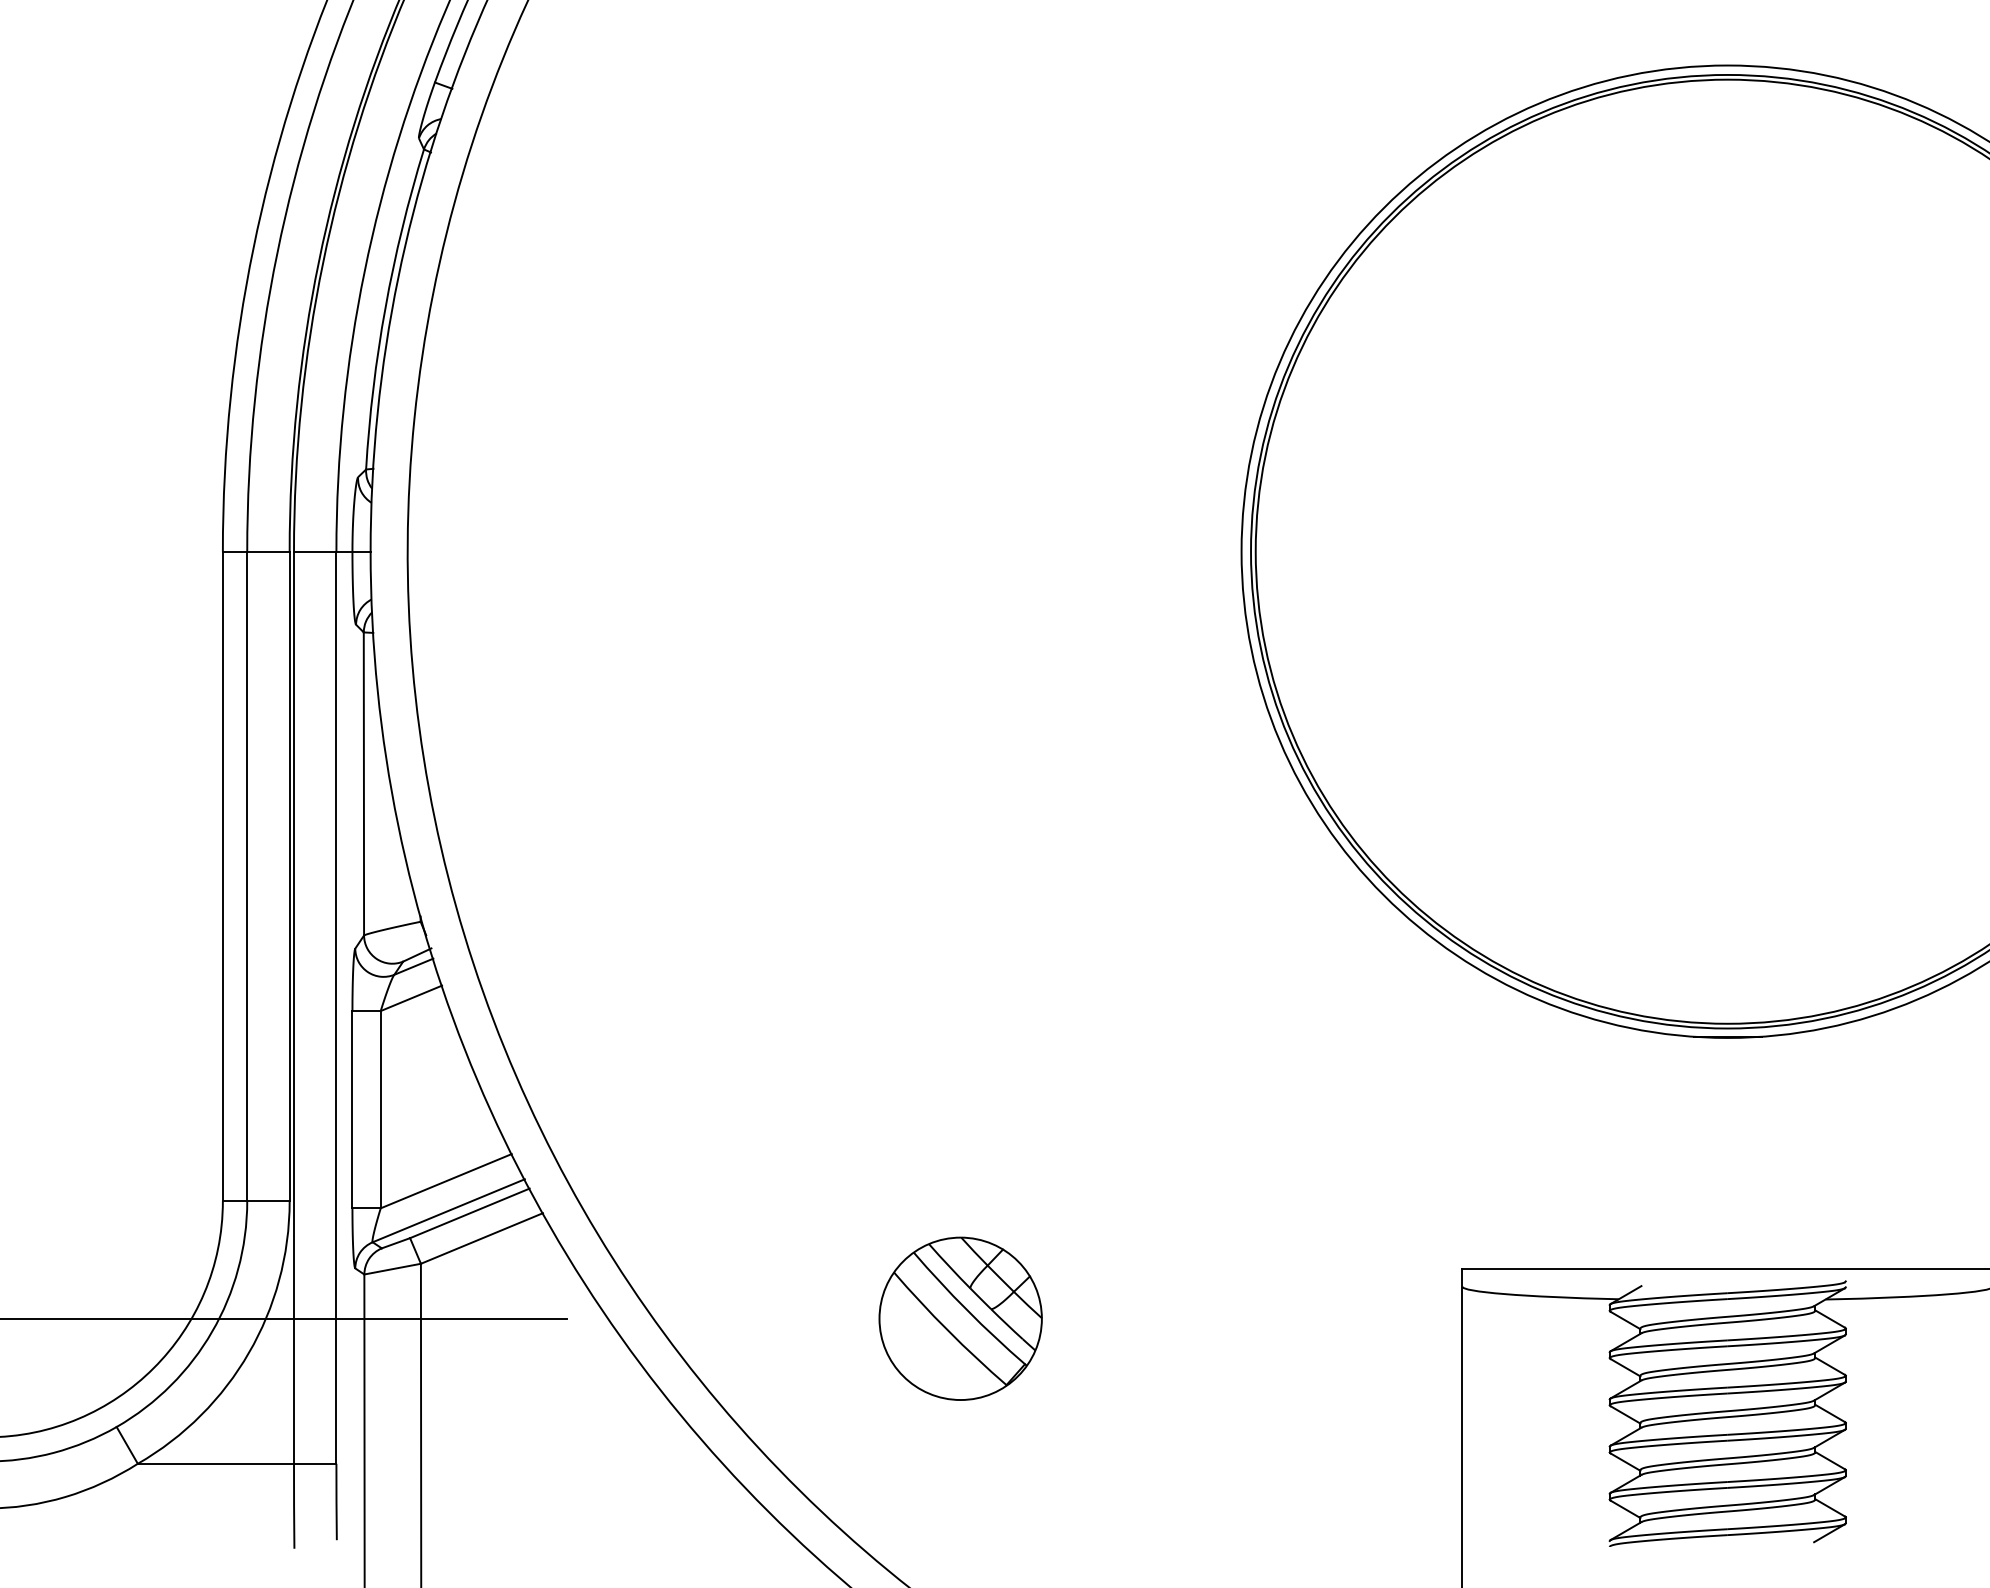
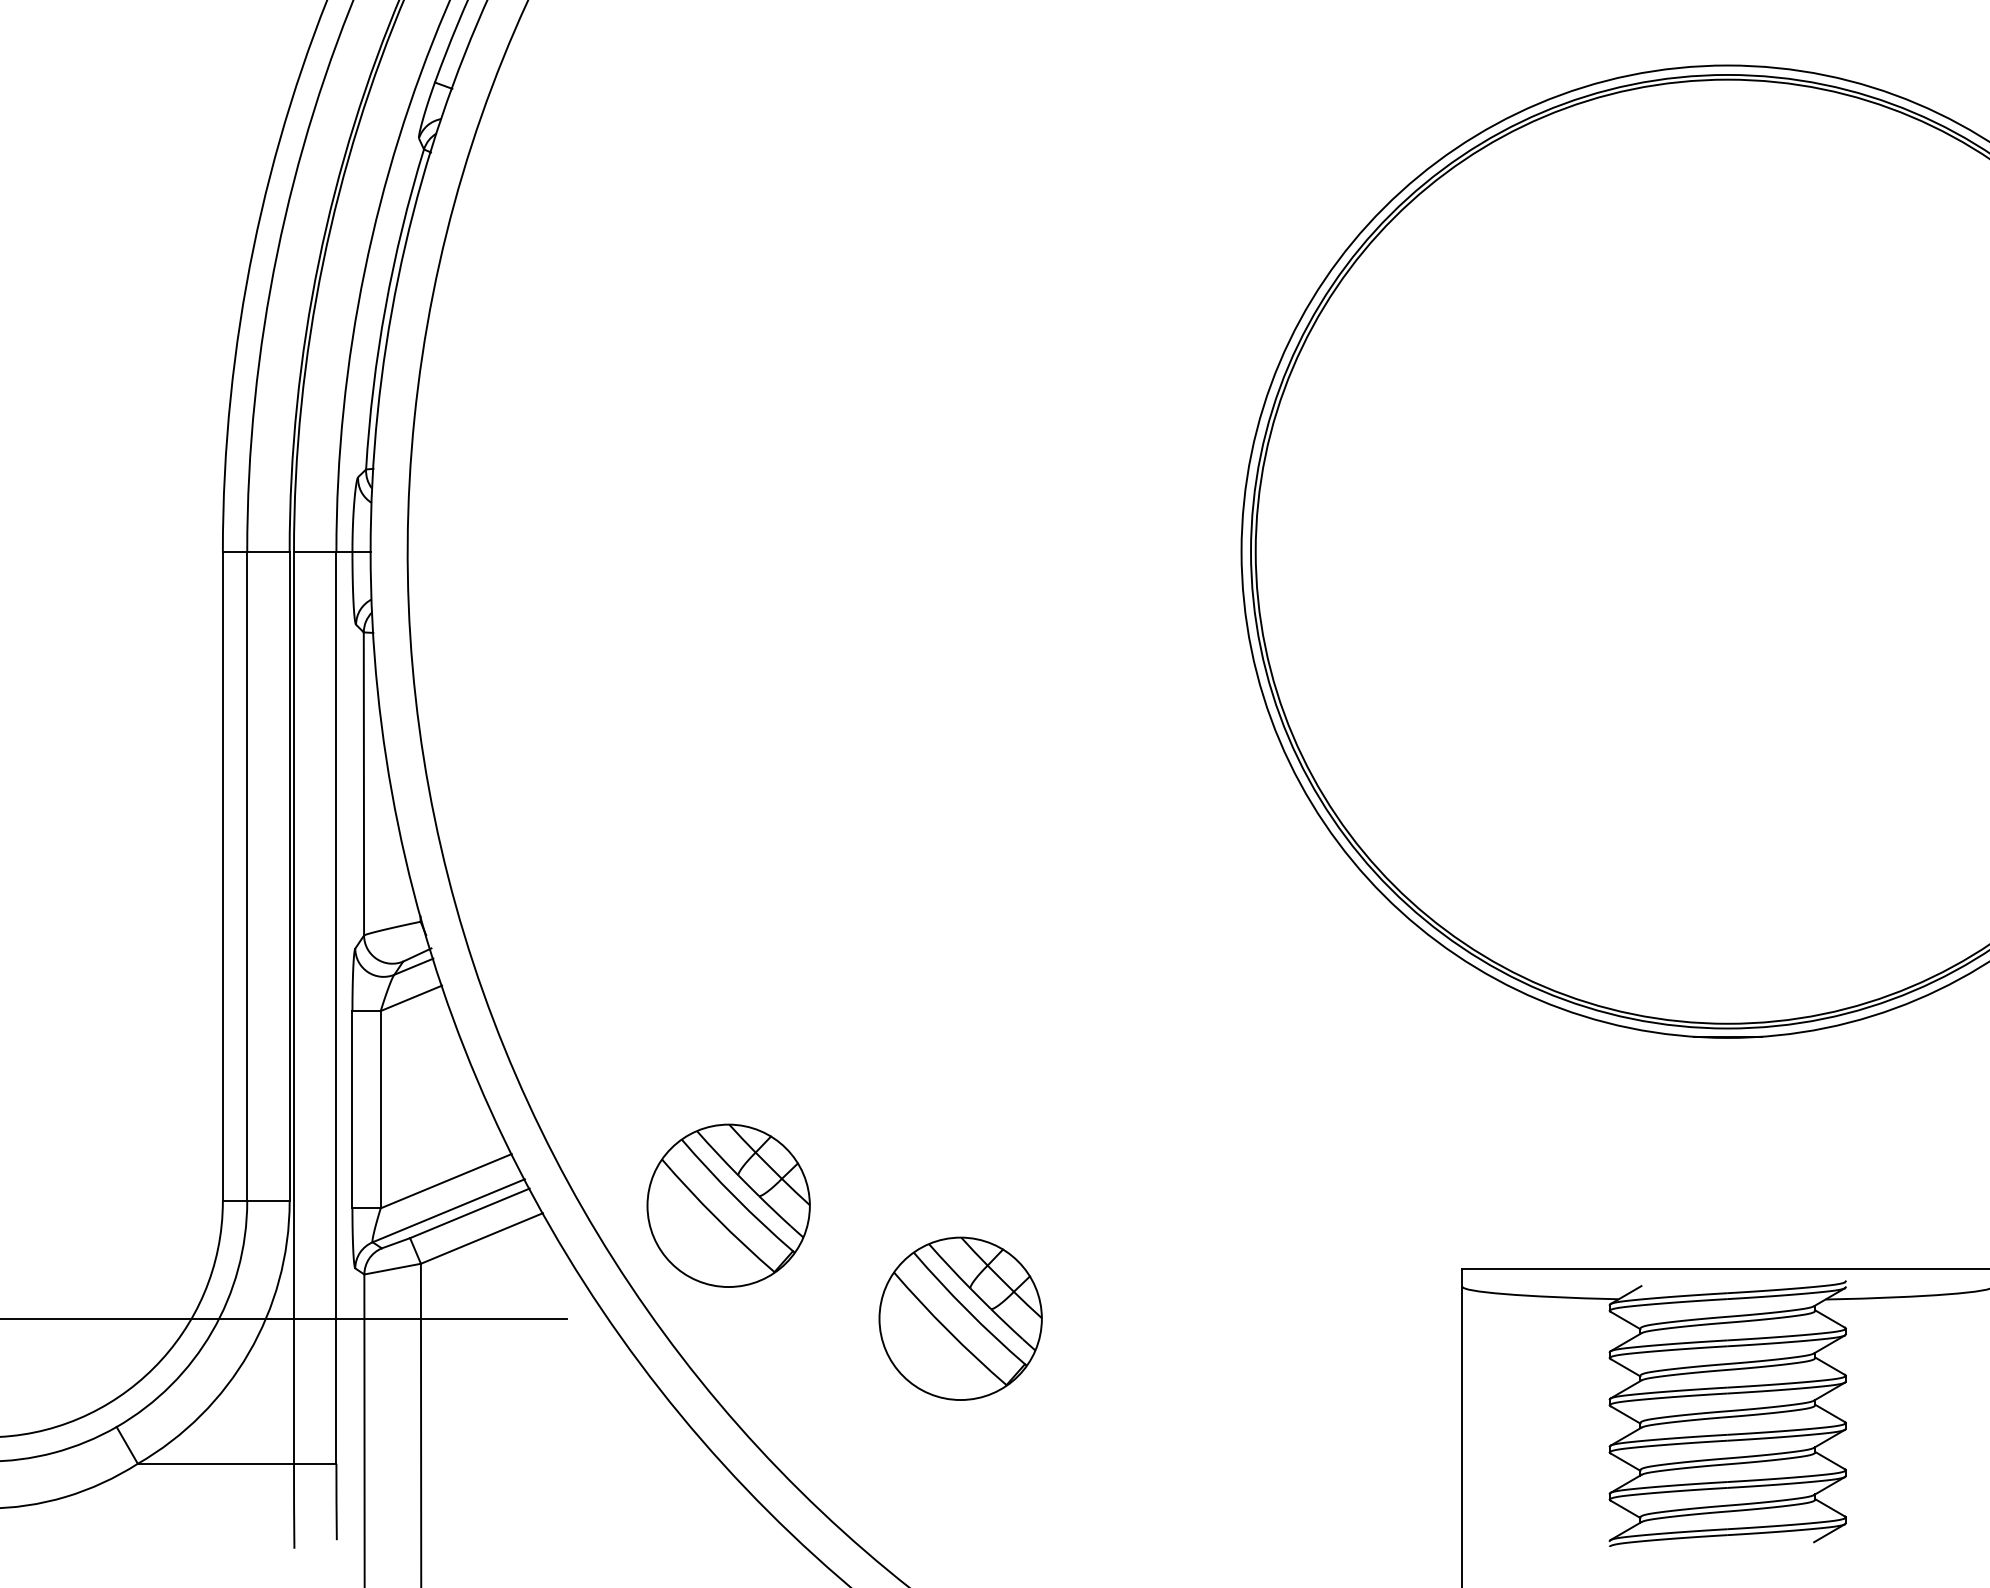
part at (728, 1205): none -> present
